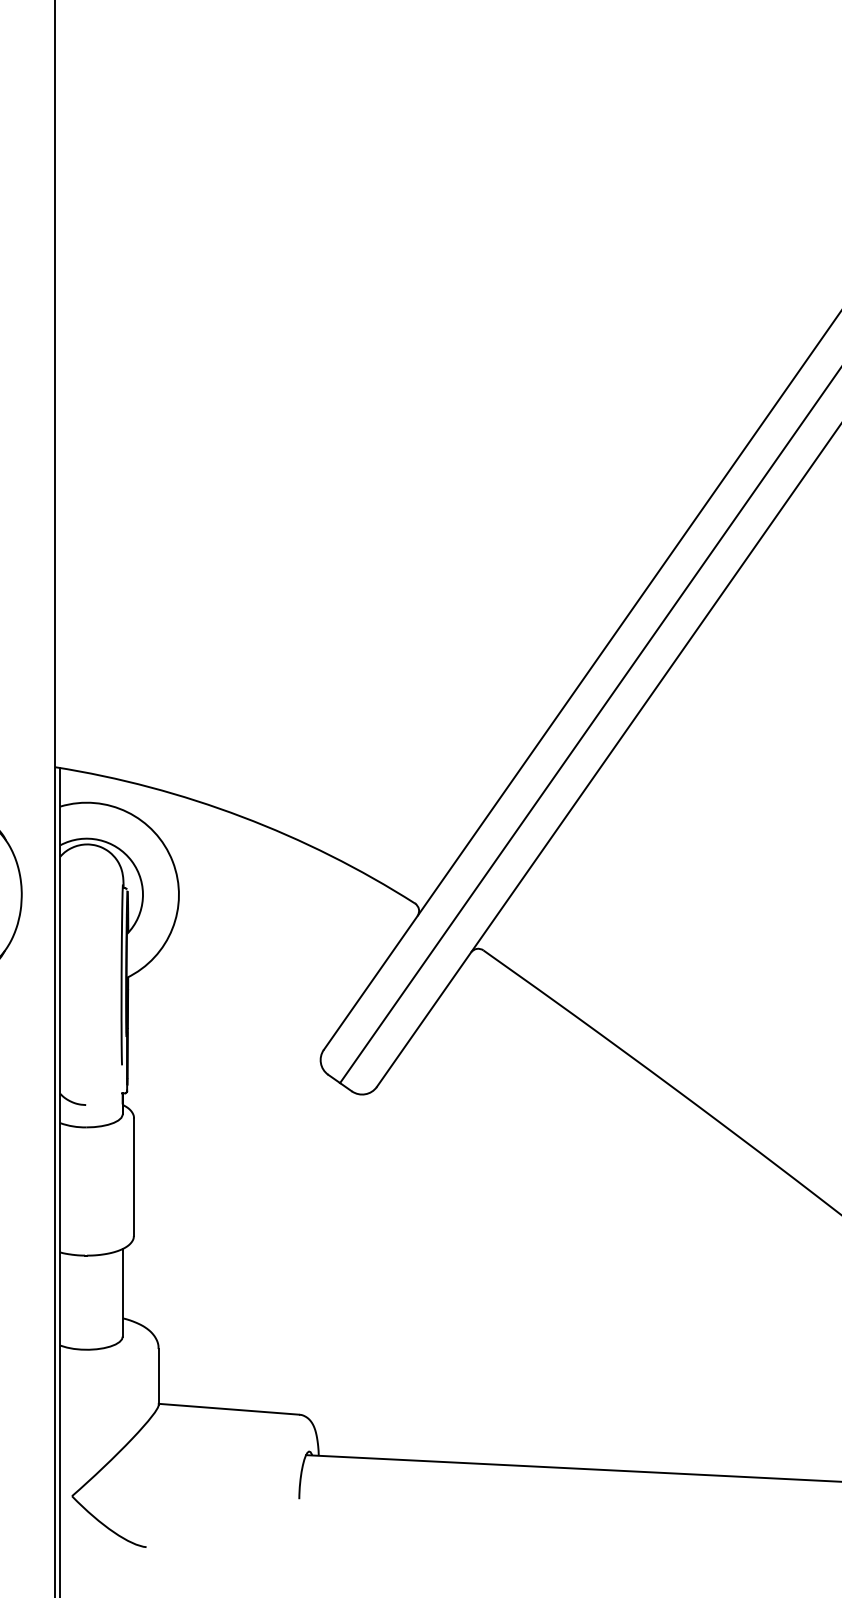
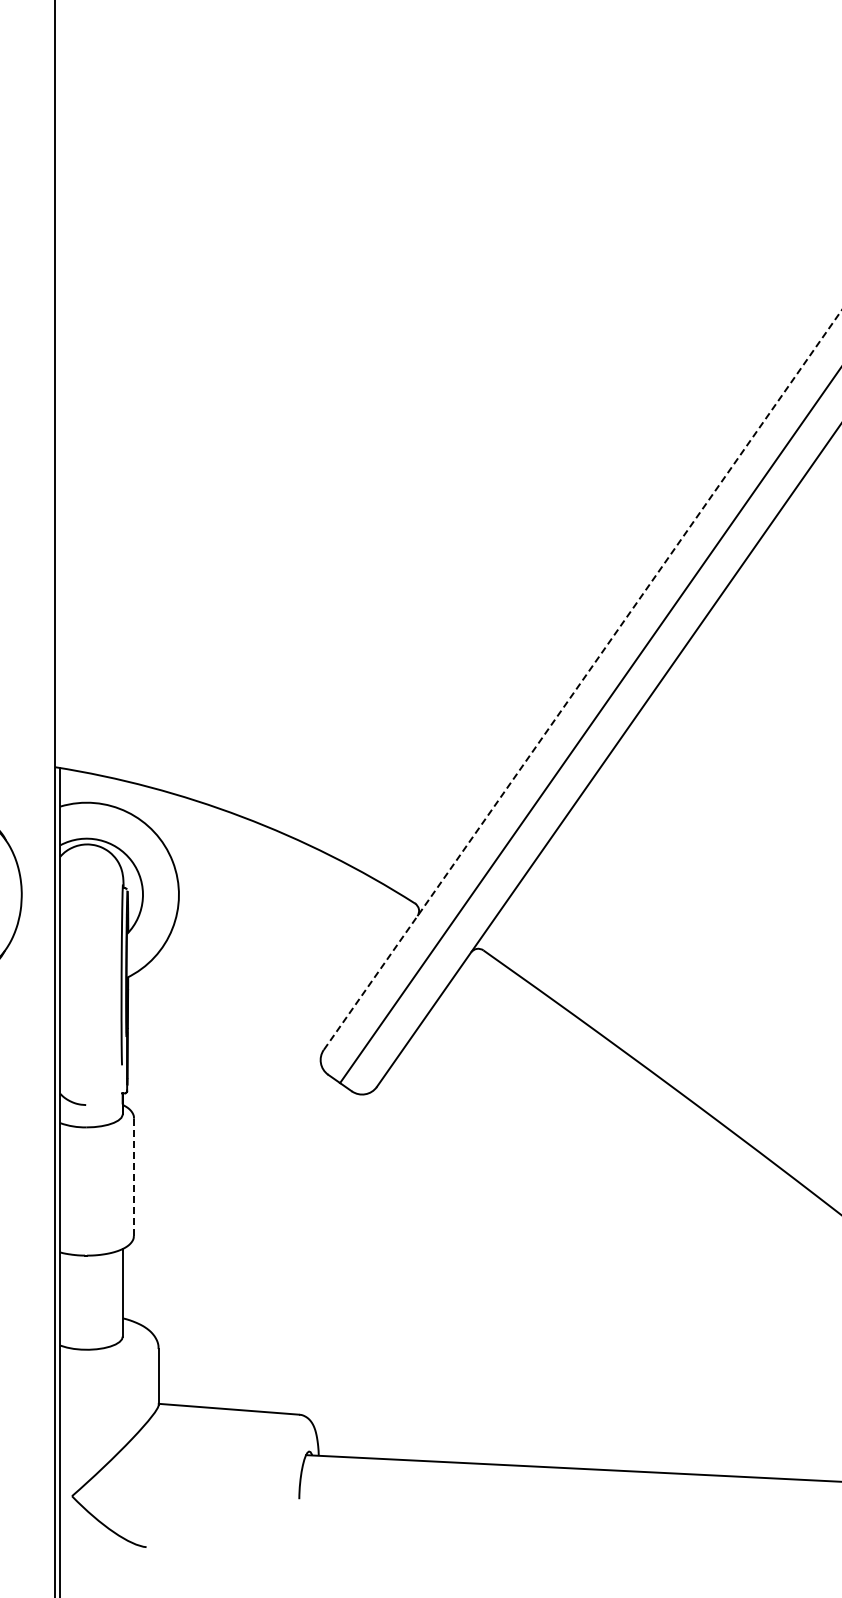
line at (583, 679): solid -> dashed
line at (134, 1176): solid -> dashed
